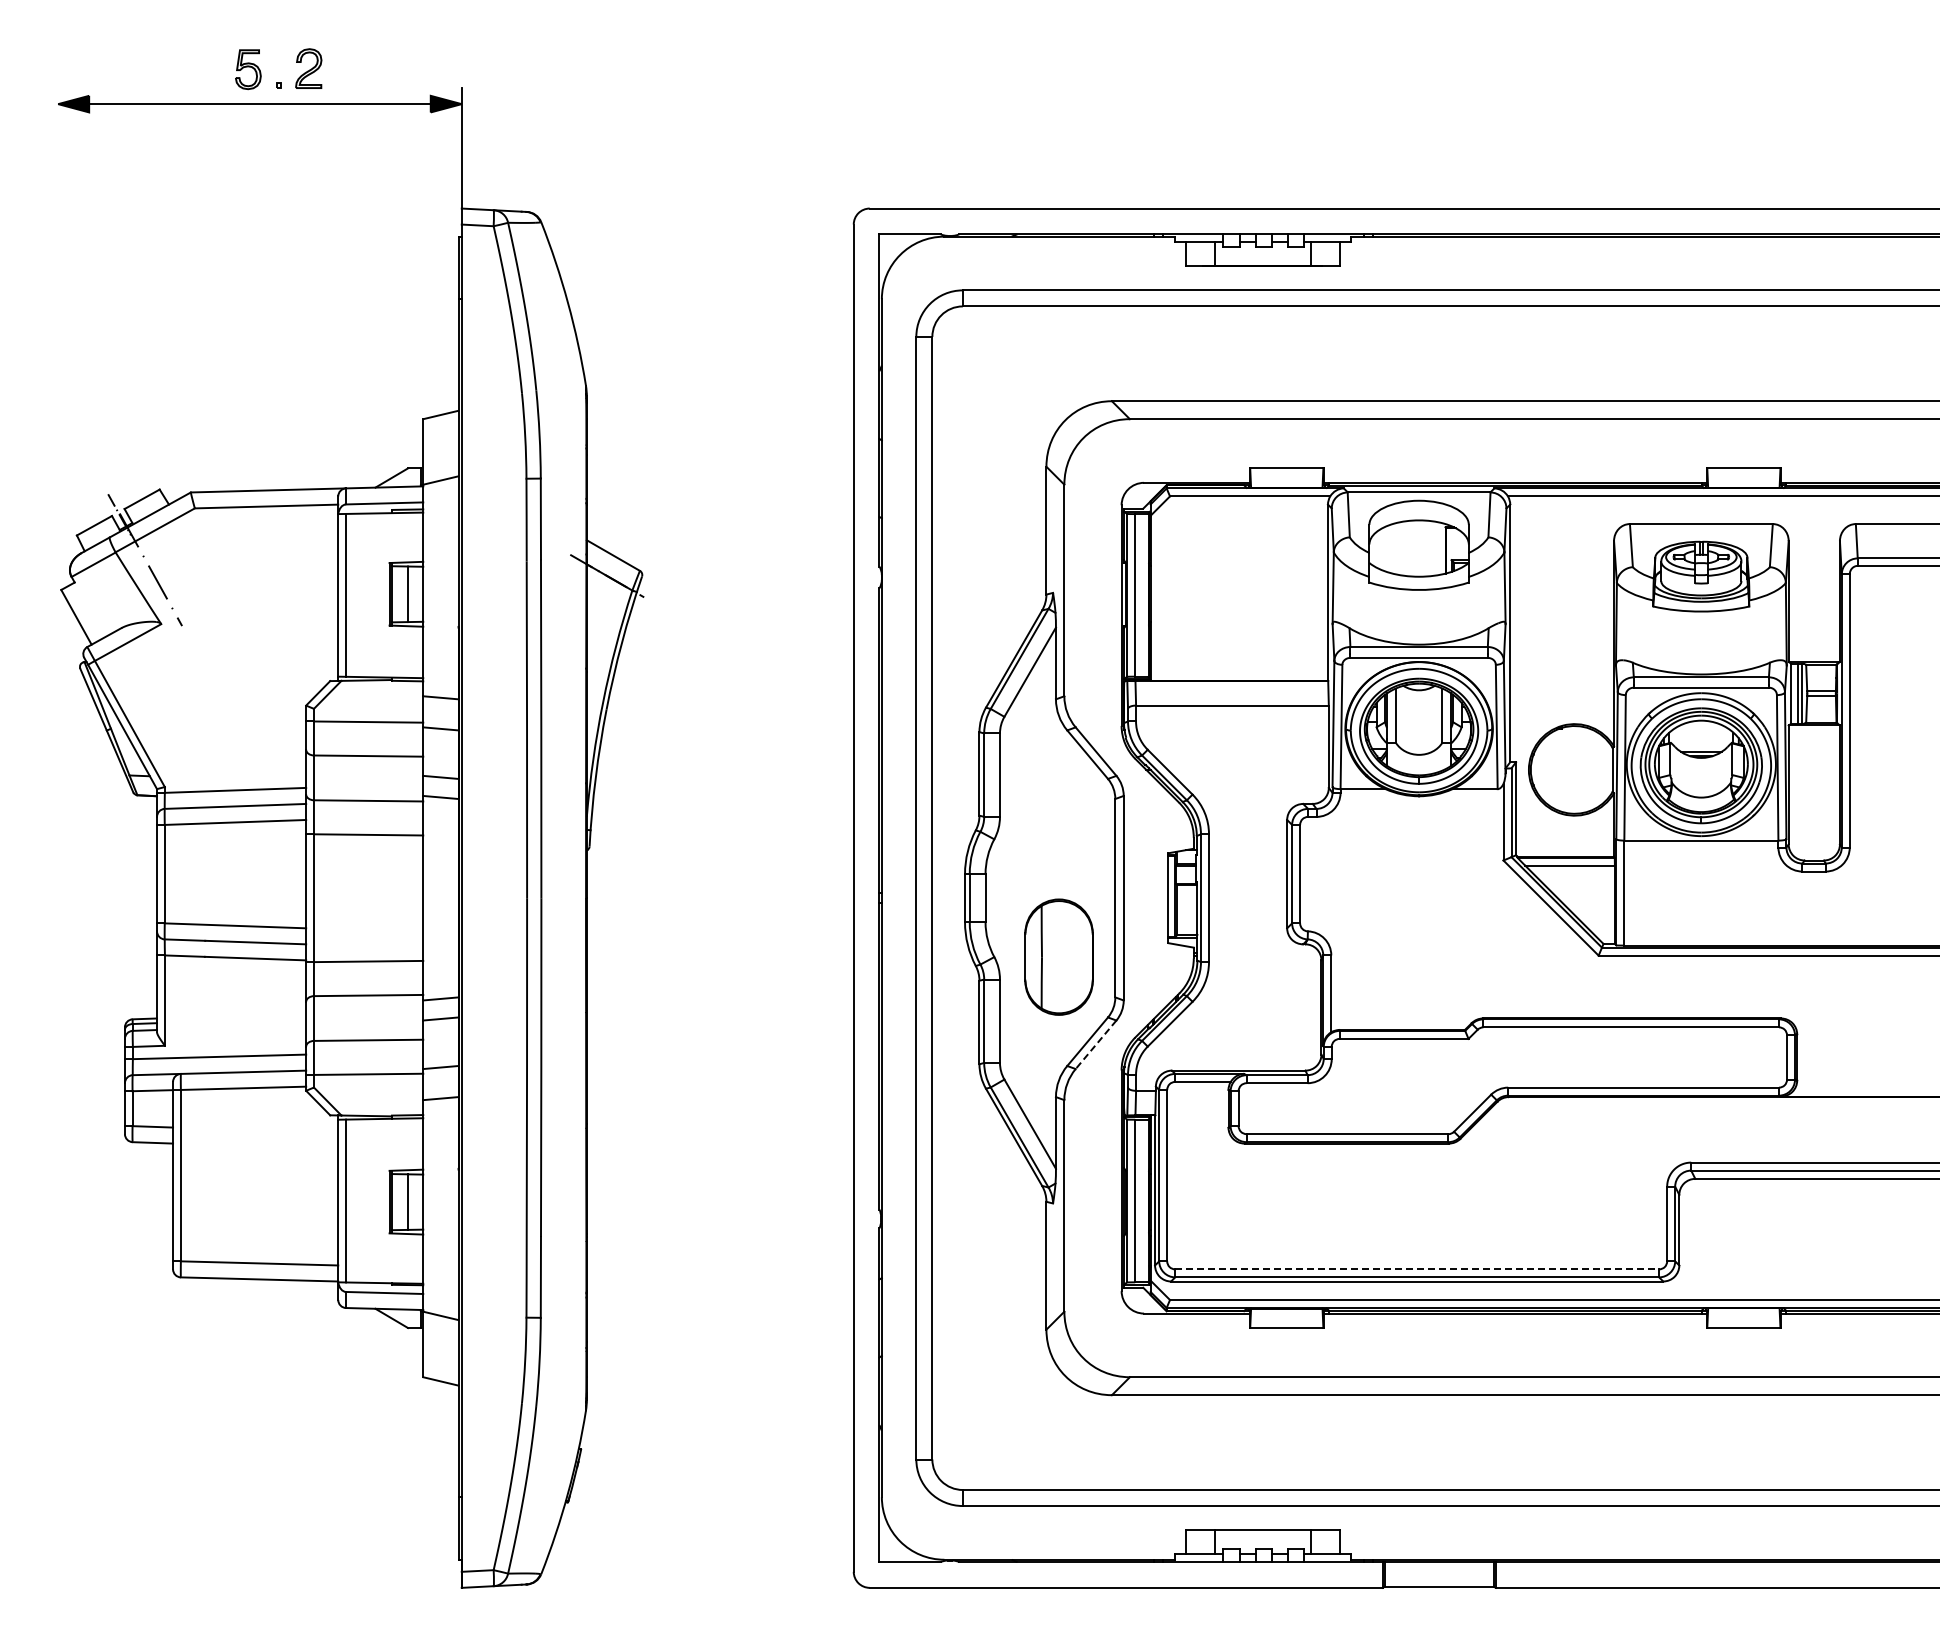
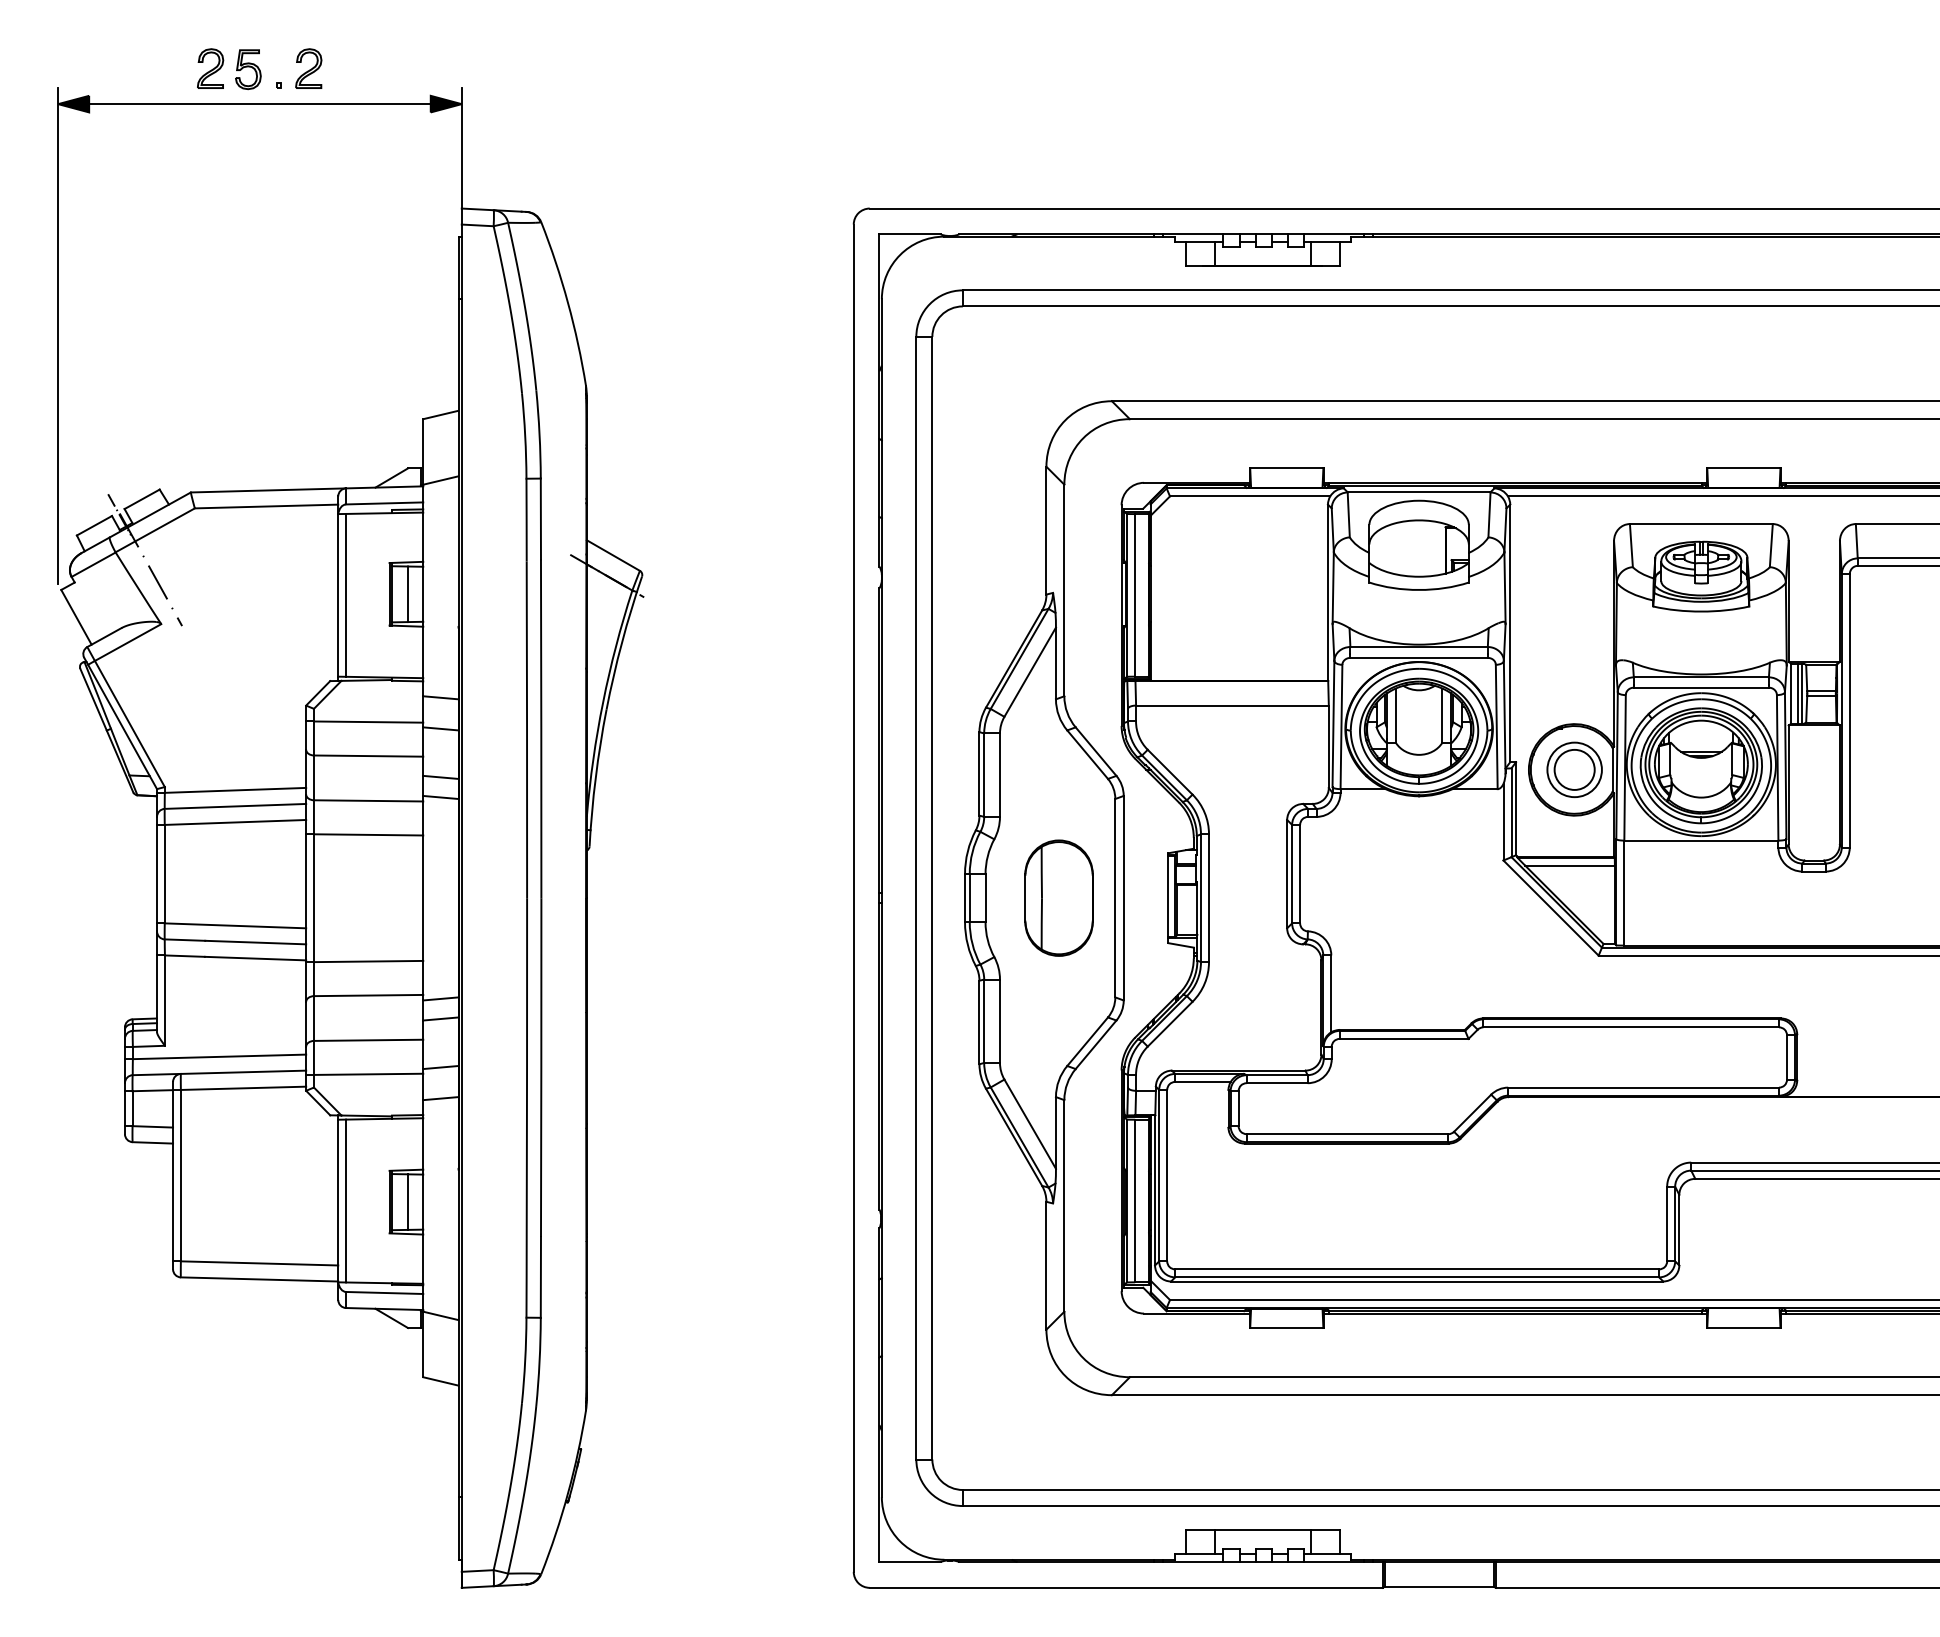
part at (210, 68): none -> present
line at (58, 336): none -> present
part at (1574, 769): none -> present
part at (1058, 956) position: (1058, 956) -> (1058, 897)
line at (1096, 1044): dashed -> solid
line at (1417, 1269): dashed -> solid
